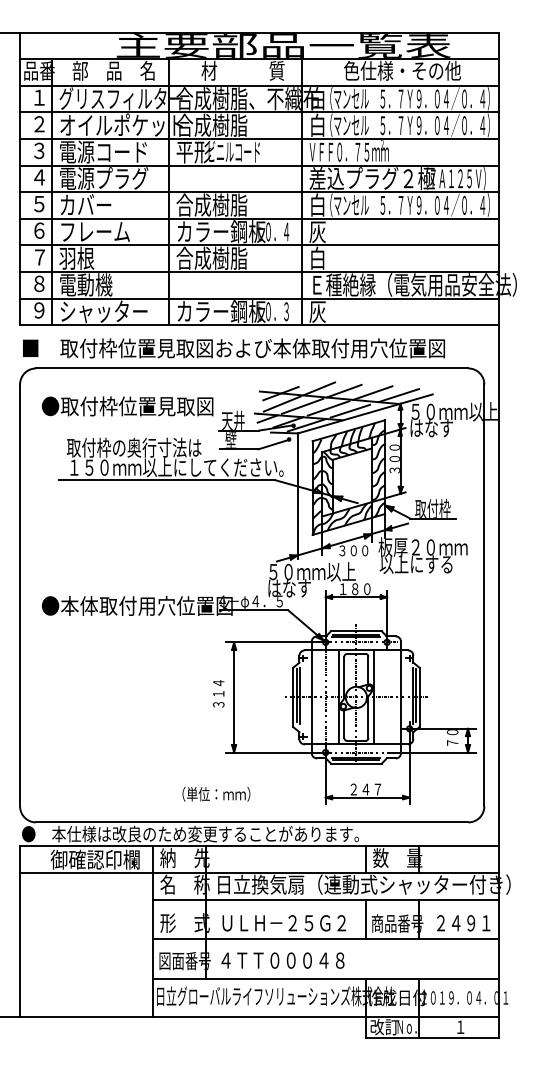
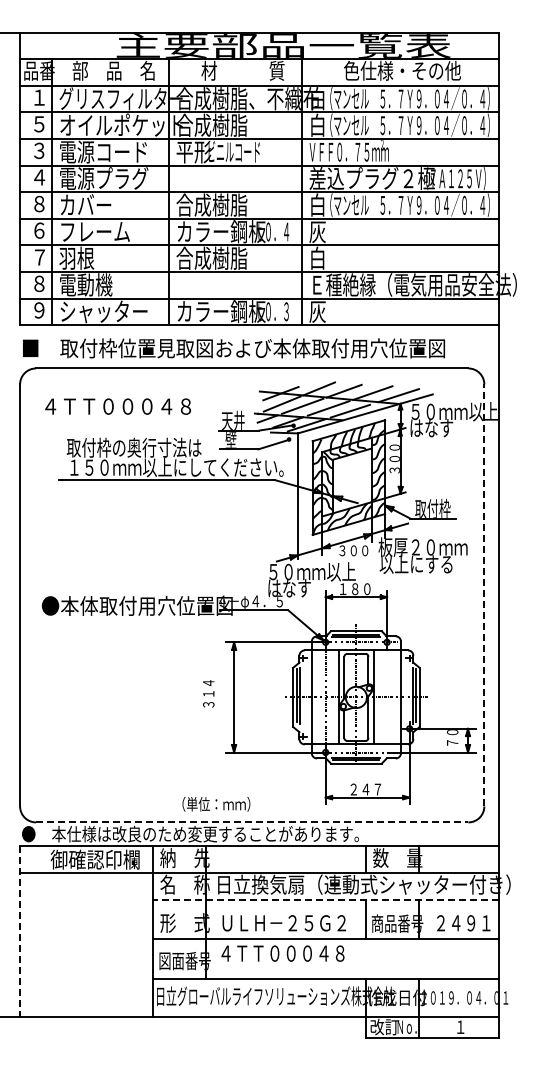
text at (39, 124): ２ -> ５
text at (39, 203): ５ -> ８
text at (127, 406): ●取付枠位置見取図 -> ４ＴＴ０００４８
line at (484, 594): solid -> dashed
text at (218, 693) position: (218, 693) -> (208, 693)
text at (216, 794) position: (216, 794) -> (216, 804)
line at (252, 822): solid -> dashed
line at (325, 899): solid -> dashed
line at (20, 932): solid -> dashed
text at (282, 960) position: (282, 960) -> (282, 953)
